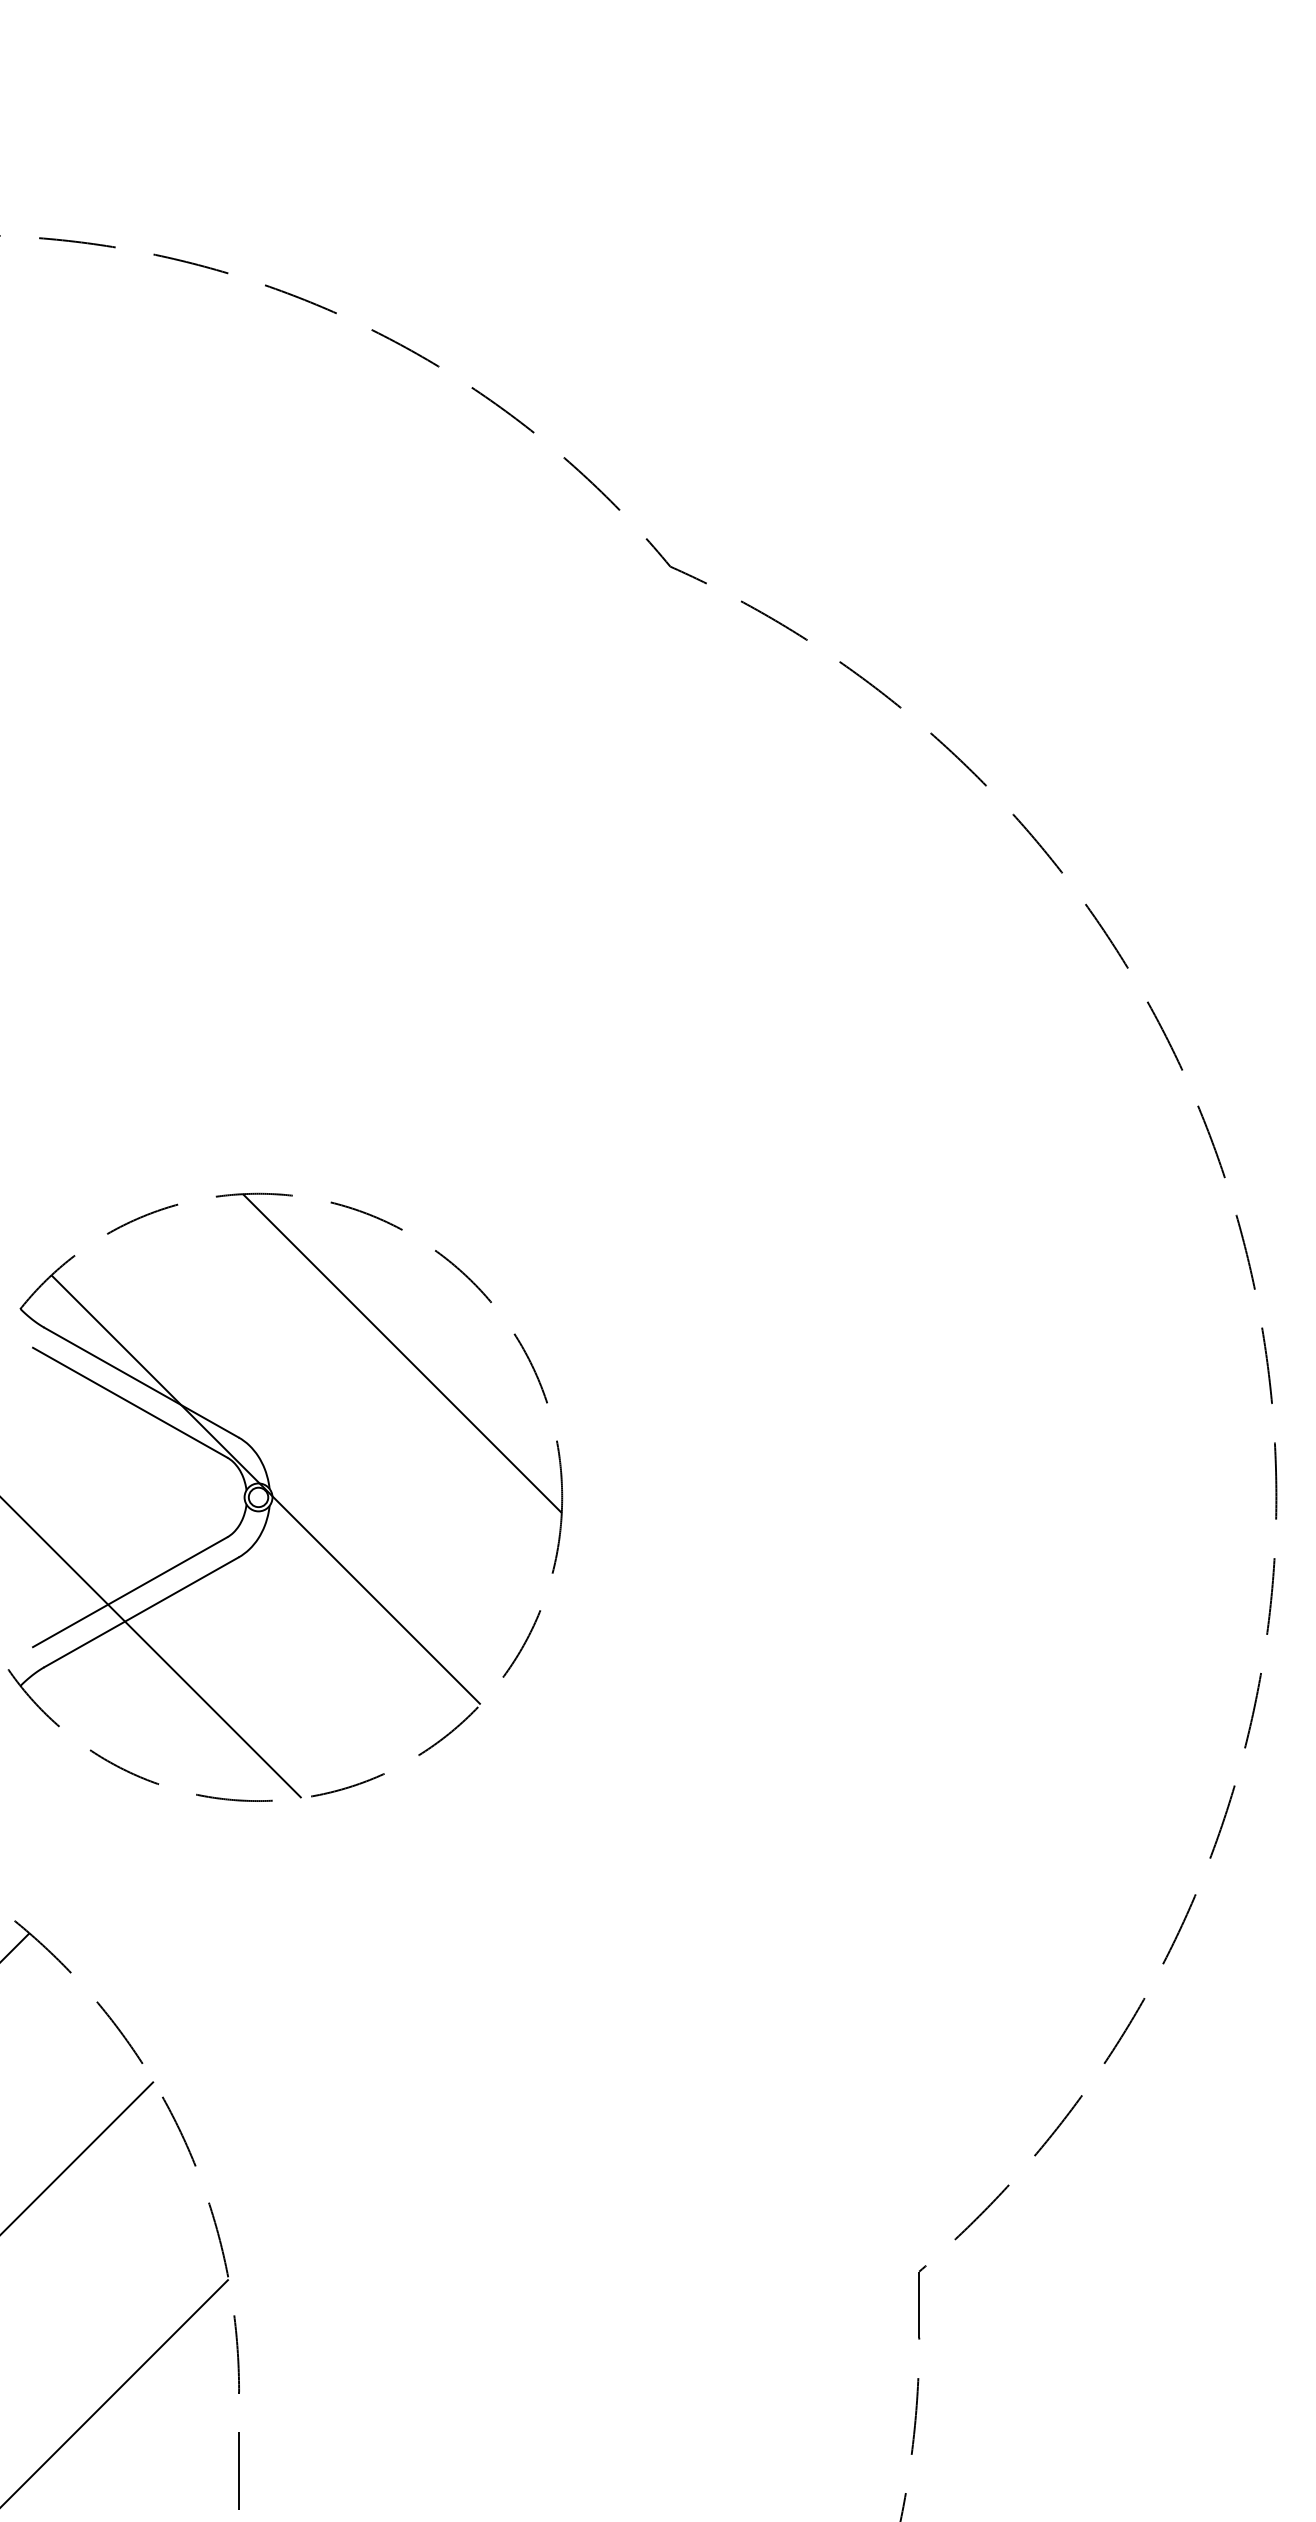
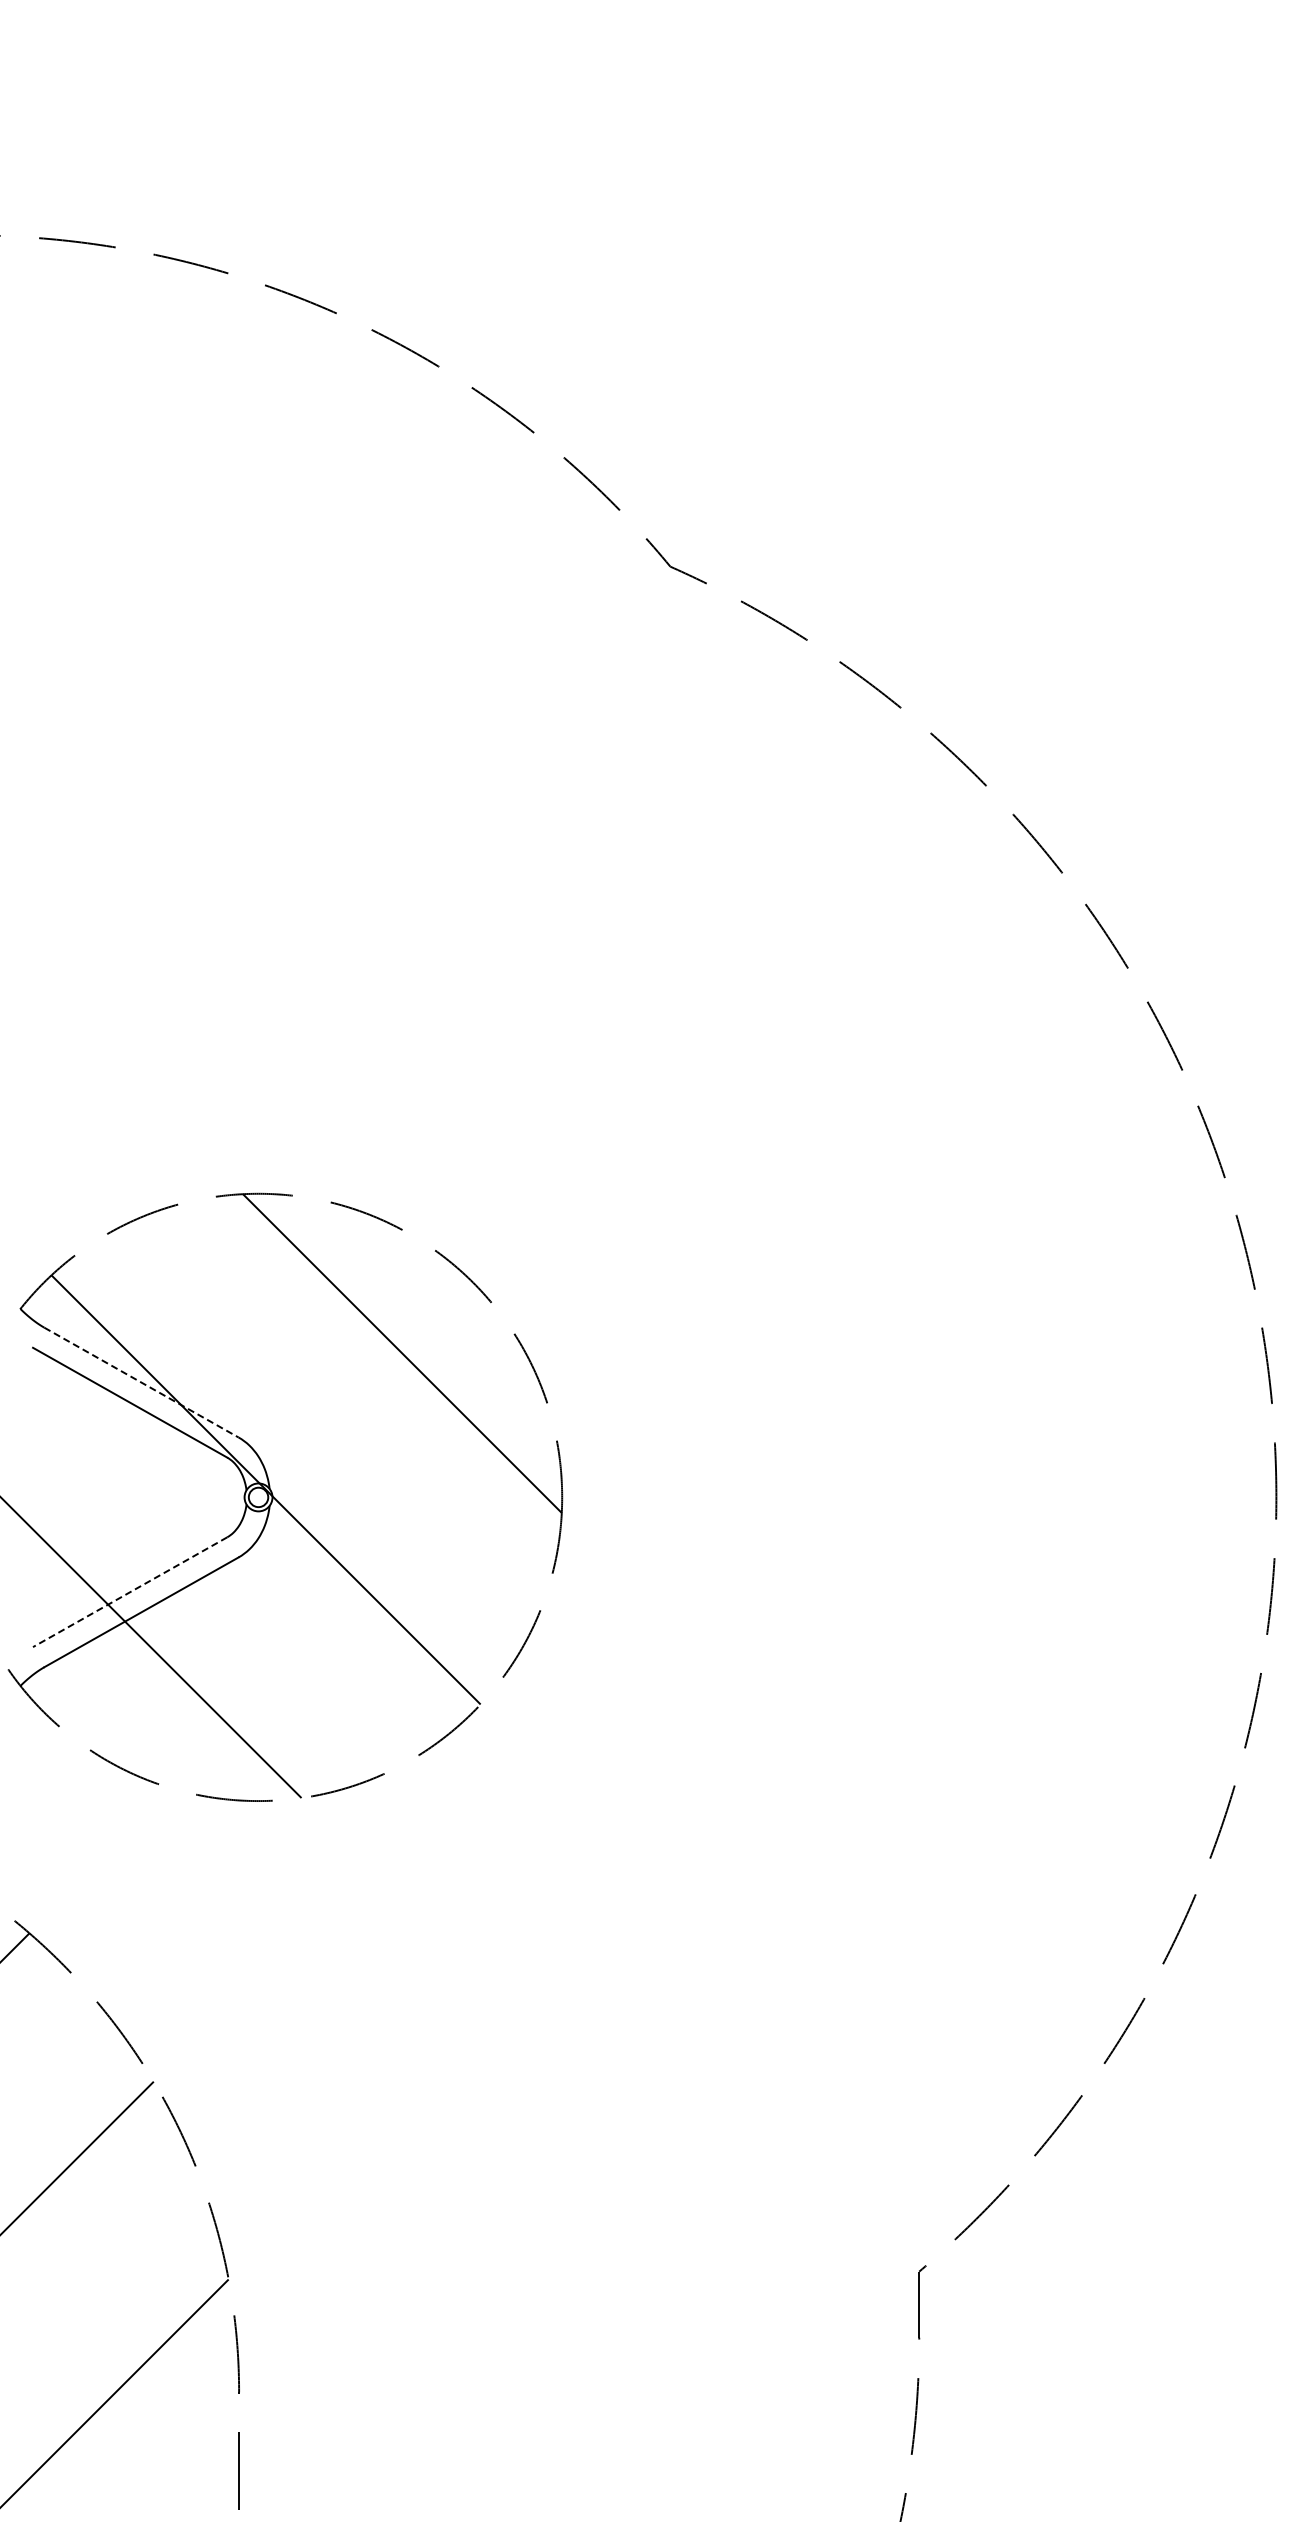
line at (141, 1382): solid -> dashed
line at (130, 1592): solid -> dashed
